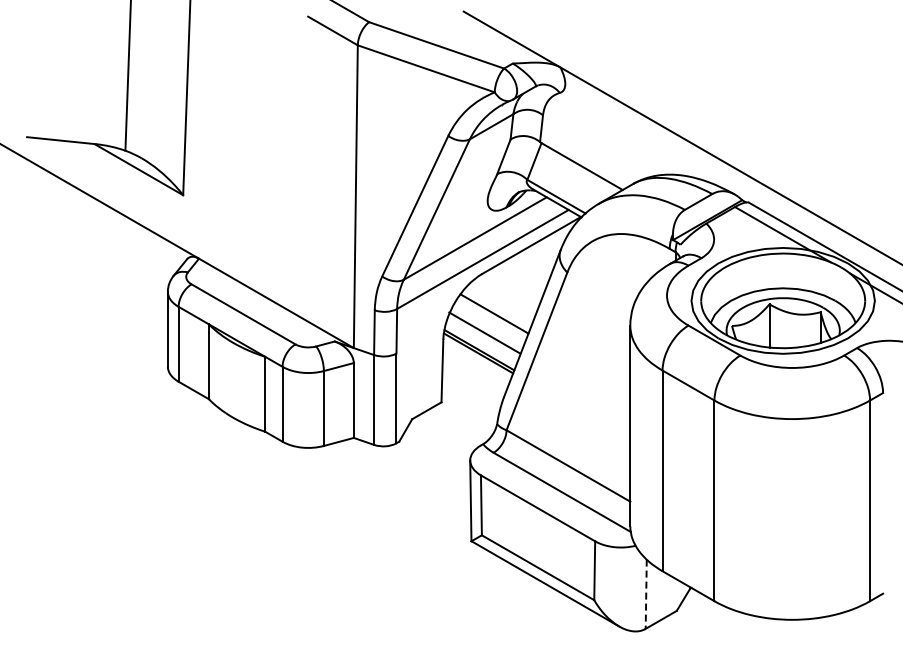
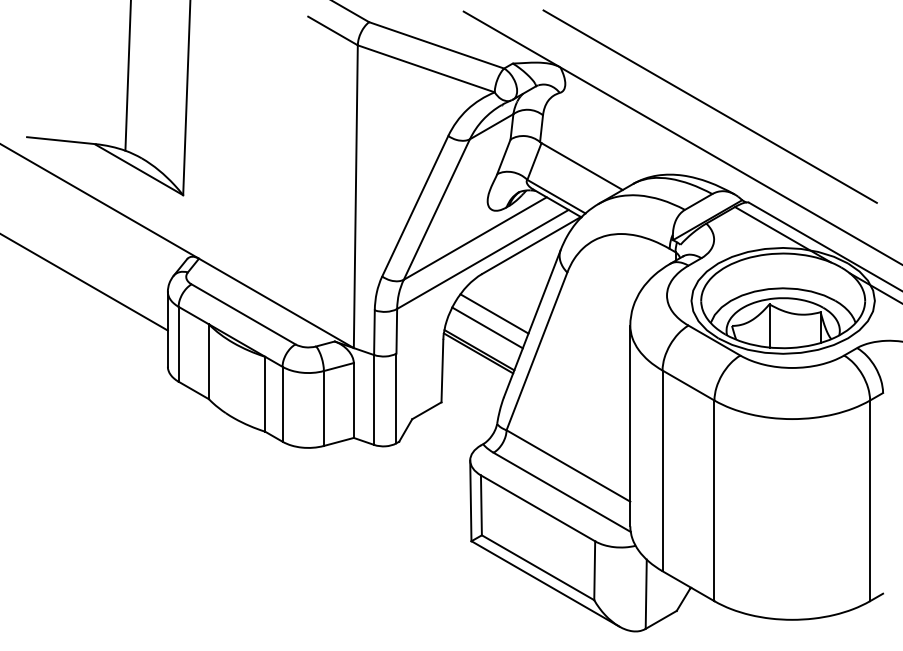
line at (709, 106): none -> present
line at (84, 282): none -> present
line at (484, 332) position: (484, 332) -> (487, 327)
line at (646, 594): dashed -> solid
